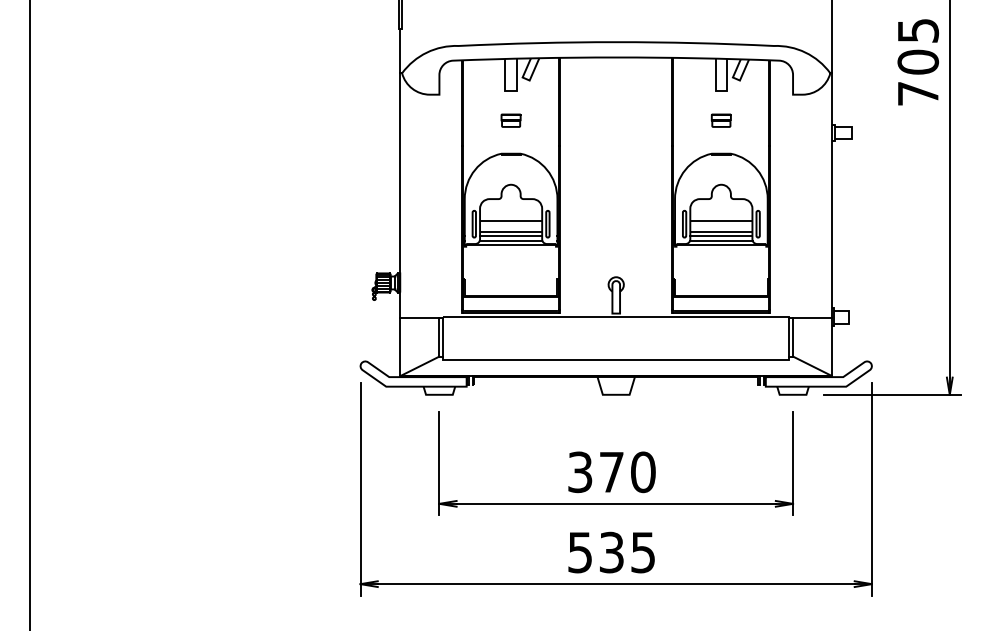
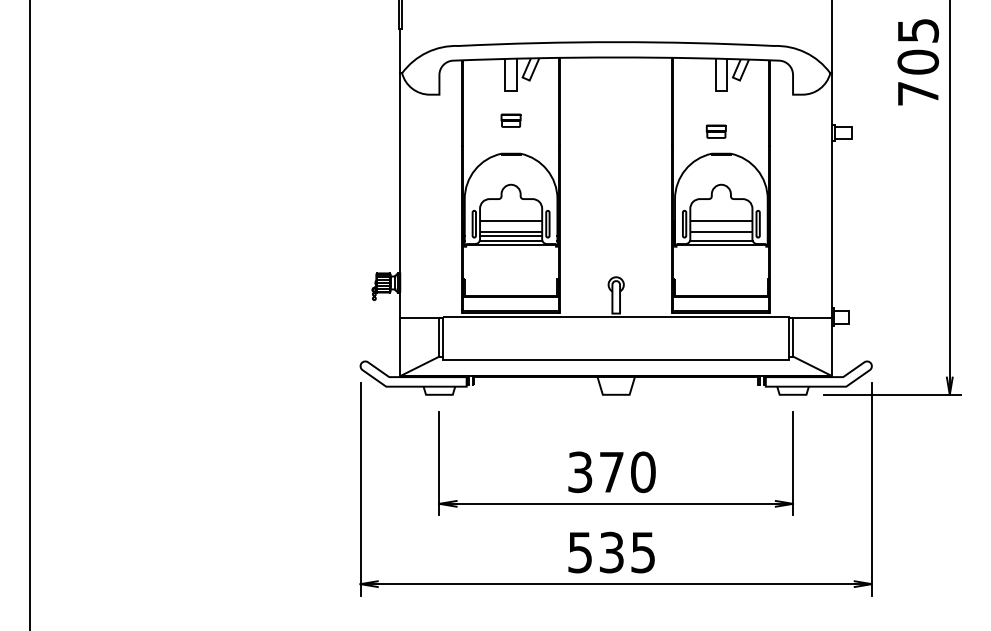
part at (720, 120) position: (720, 120) -> (715, 131)
line at (721, 235): present -> none
